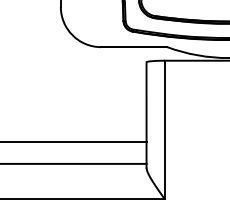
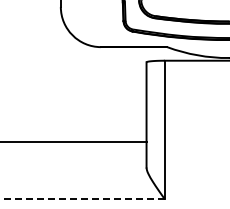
line at (74, 163): present -> none
line at (82, 199): solid -> dashed
